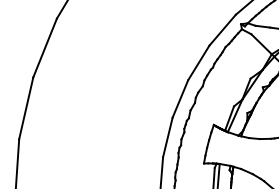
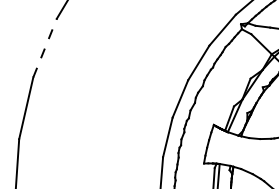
line at (45, 48): solid -> dashed
